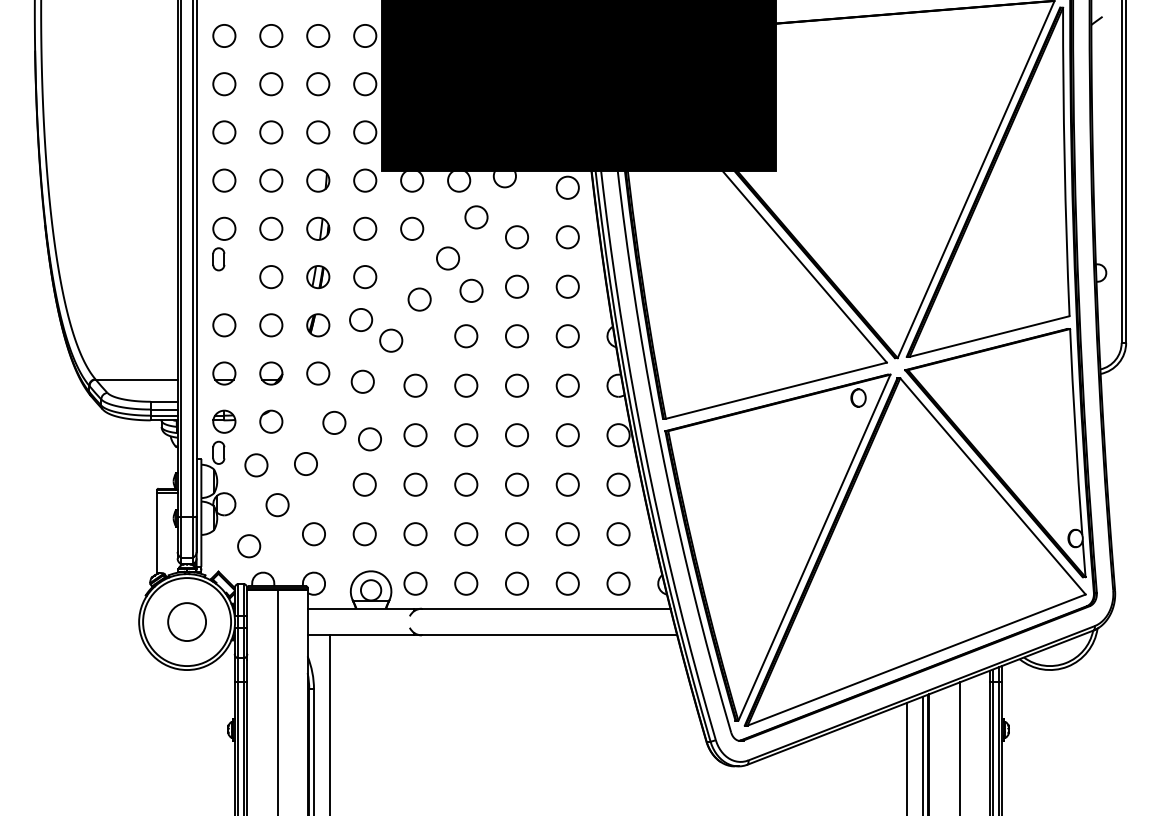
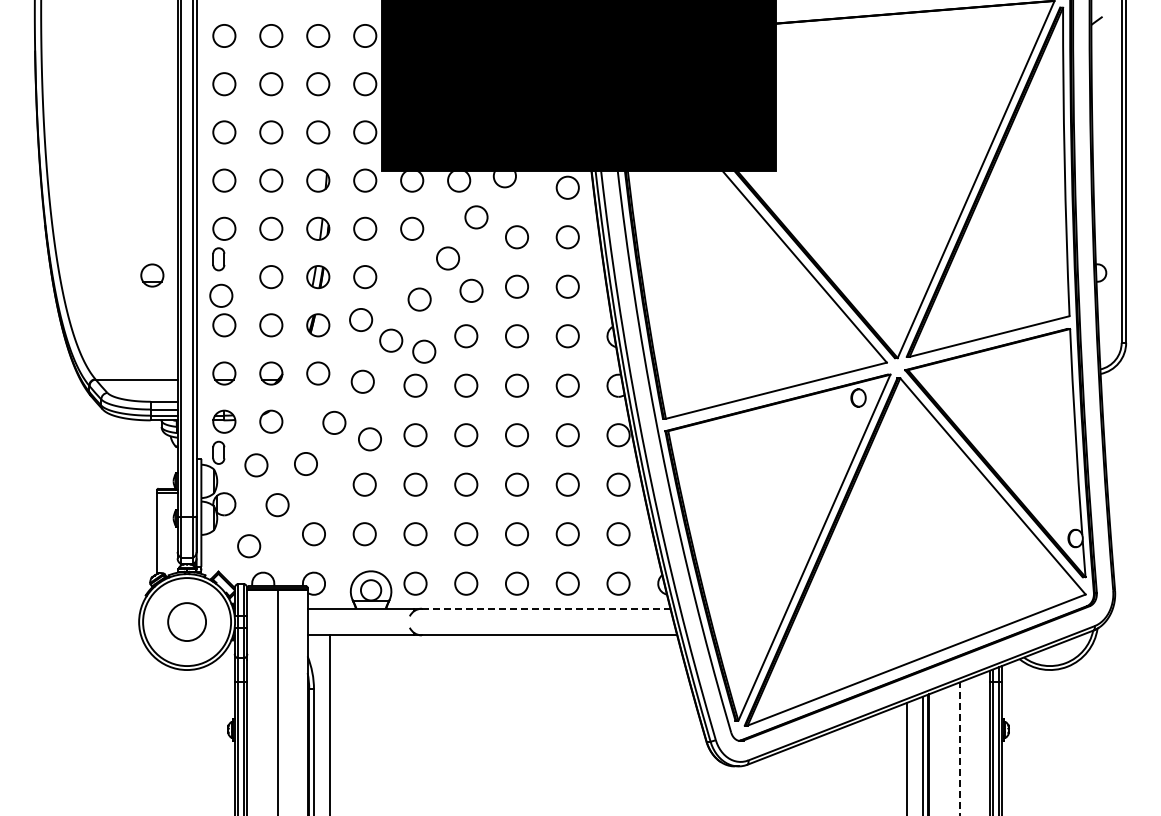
part at (152, 275): none -> present
circle at (221, 295): none -> present
circle at (424, 351): none -> present
line at (545, 608): solid -> dashed
line at (959, 748): solid -> dashed
